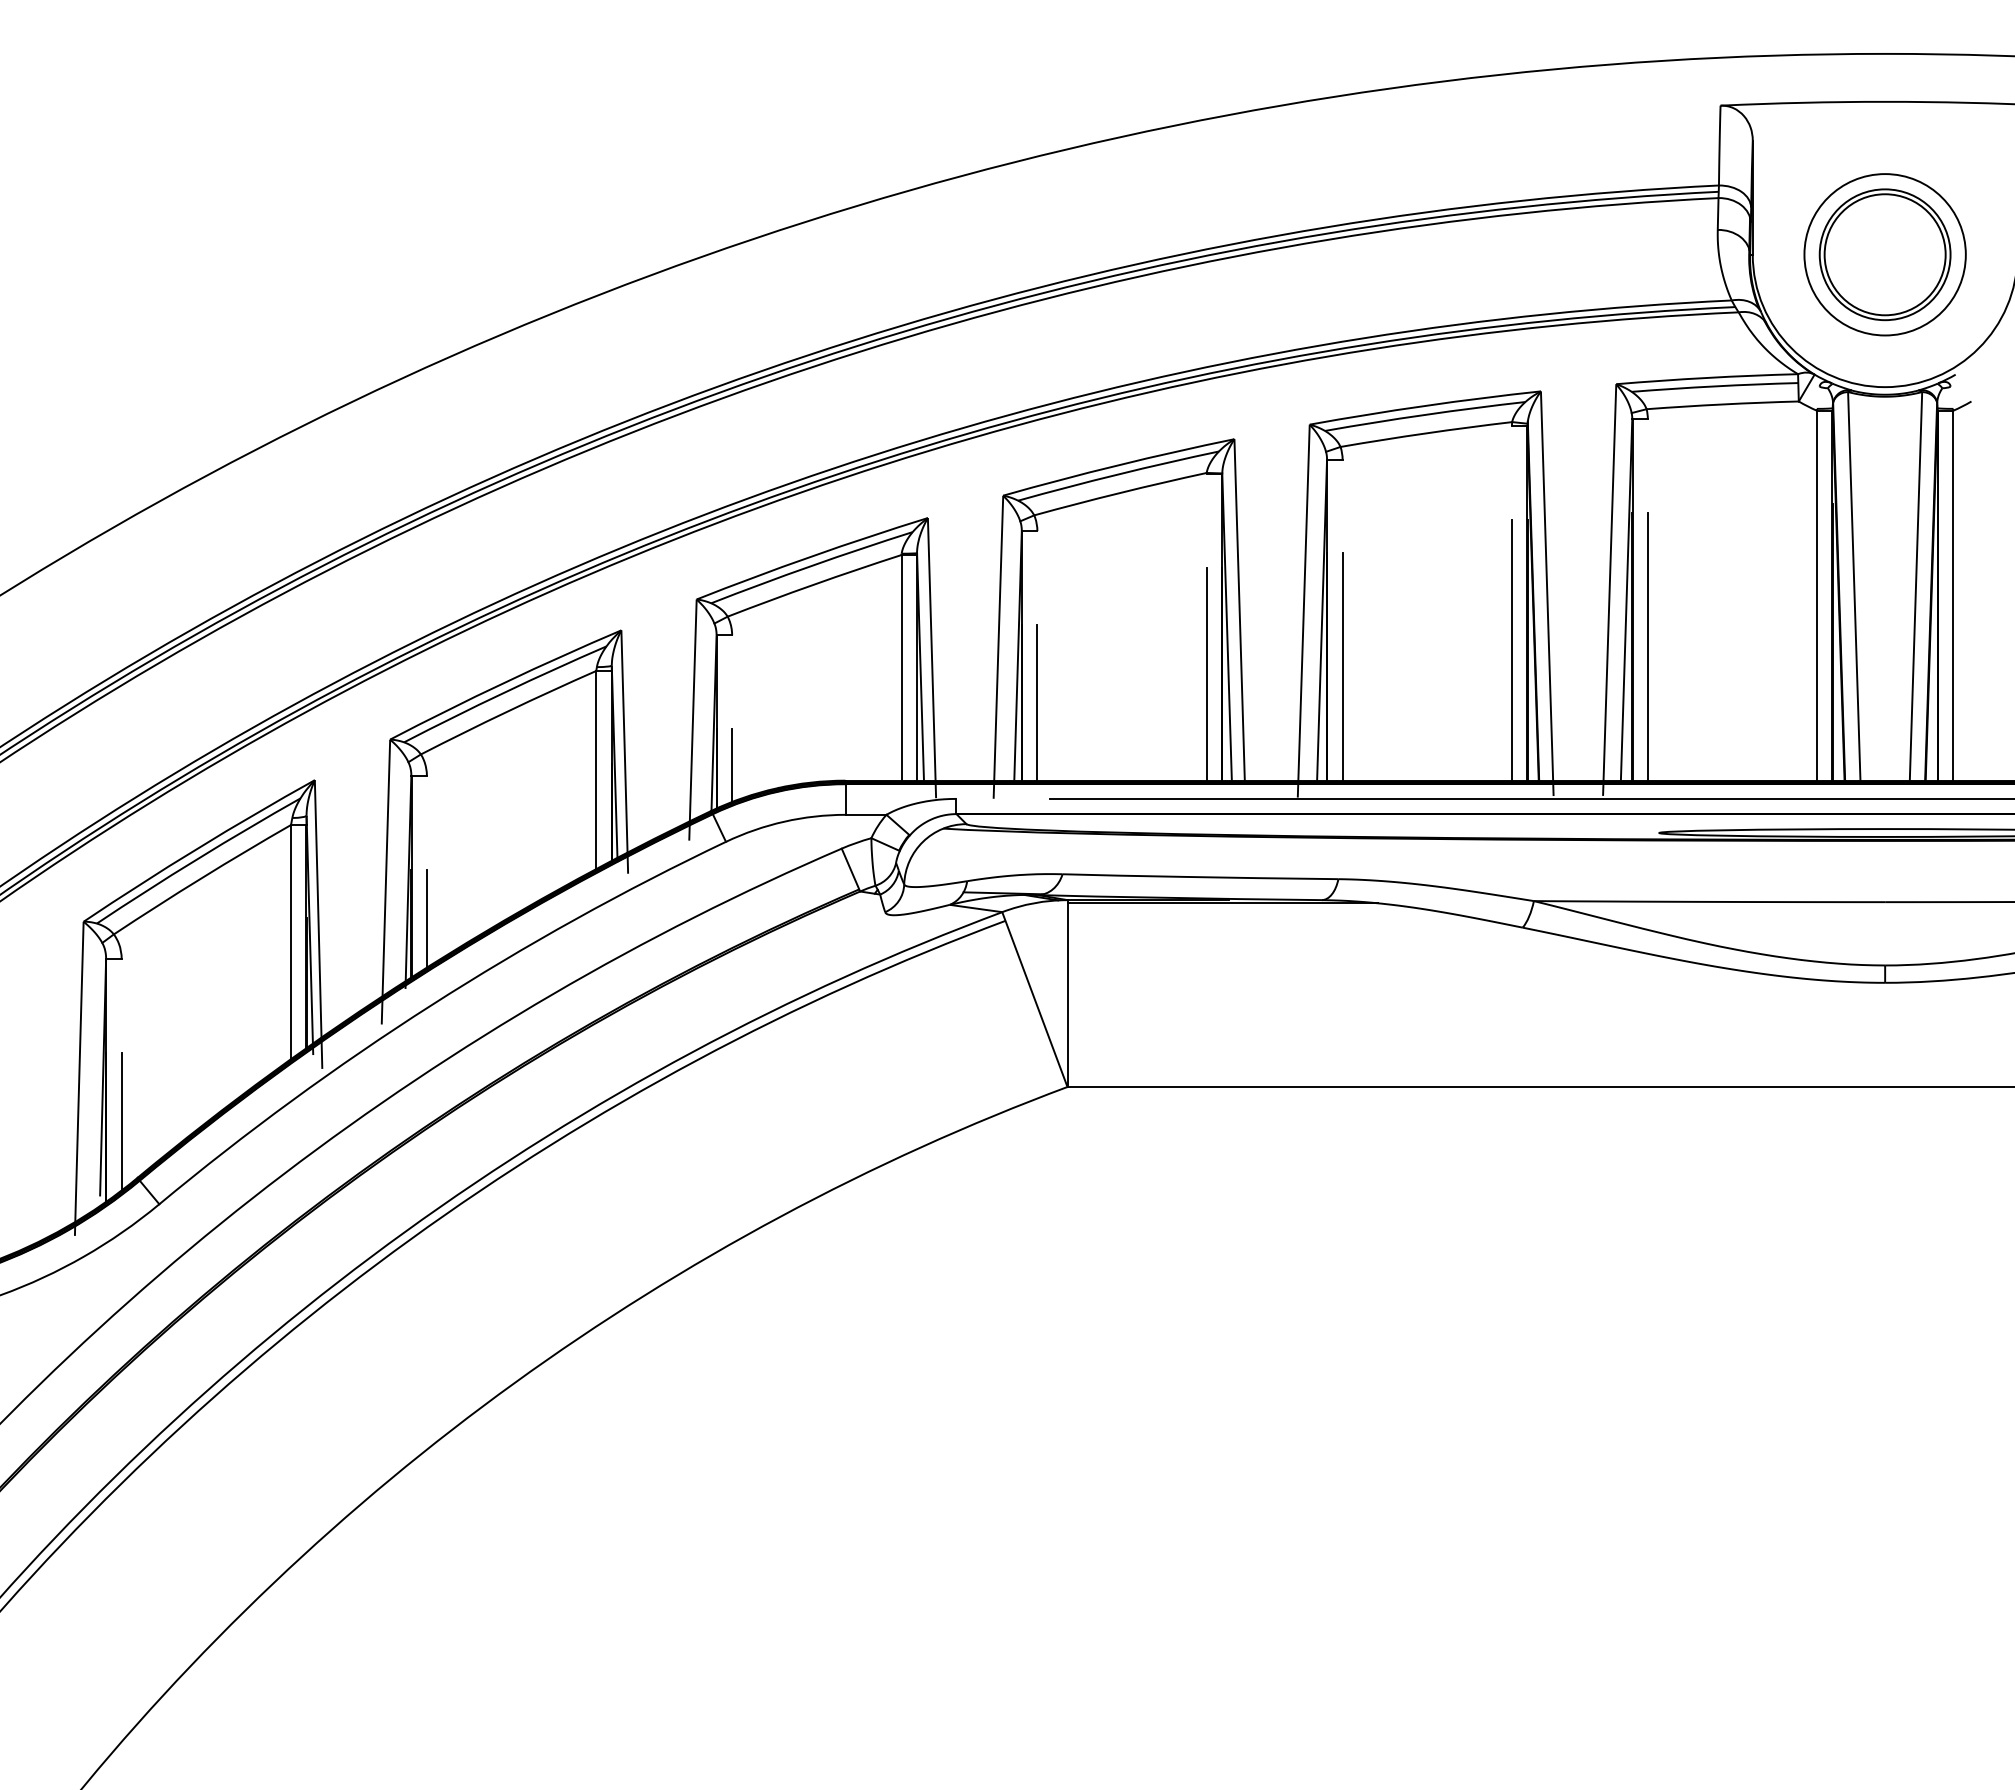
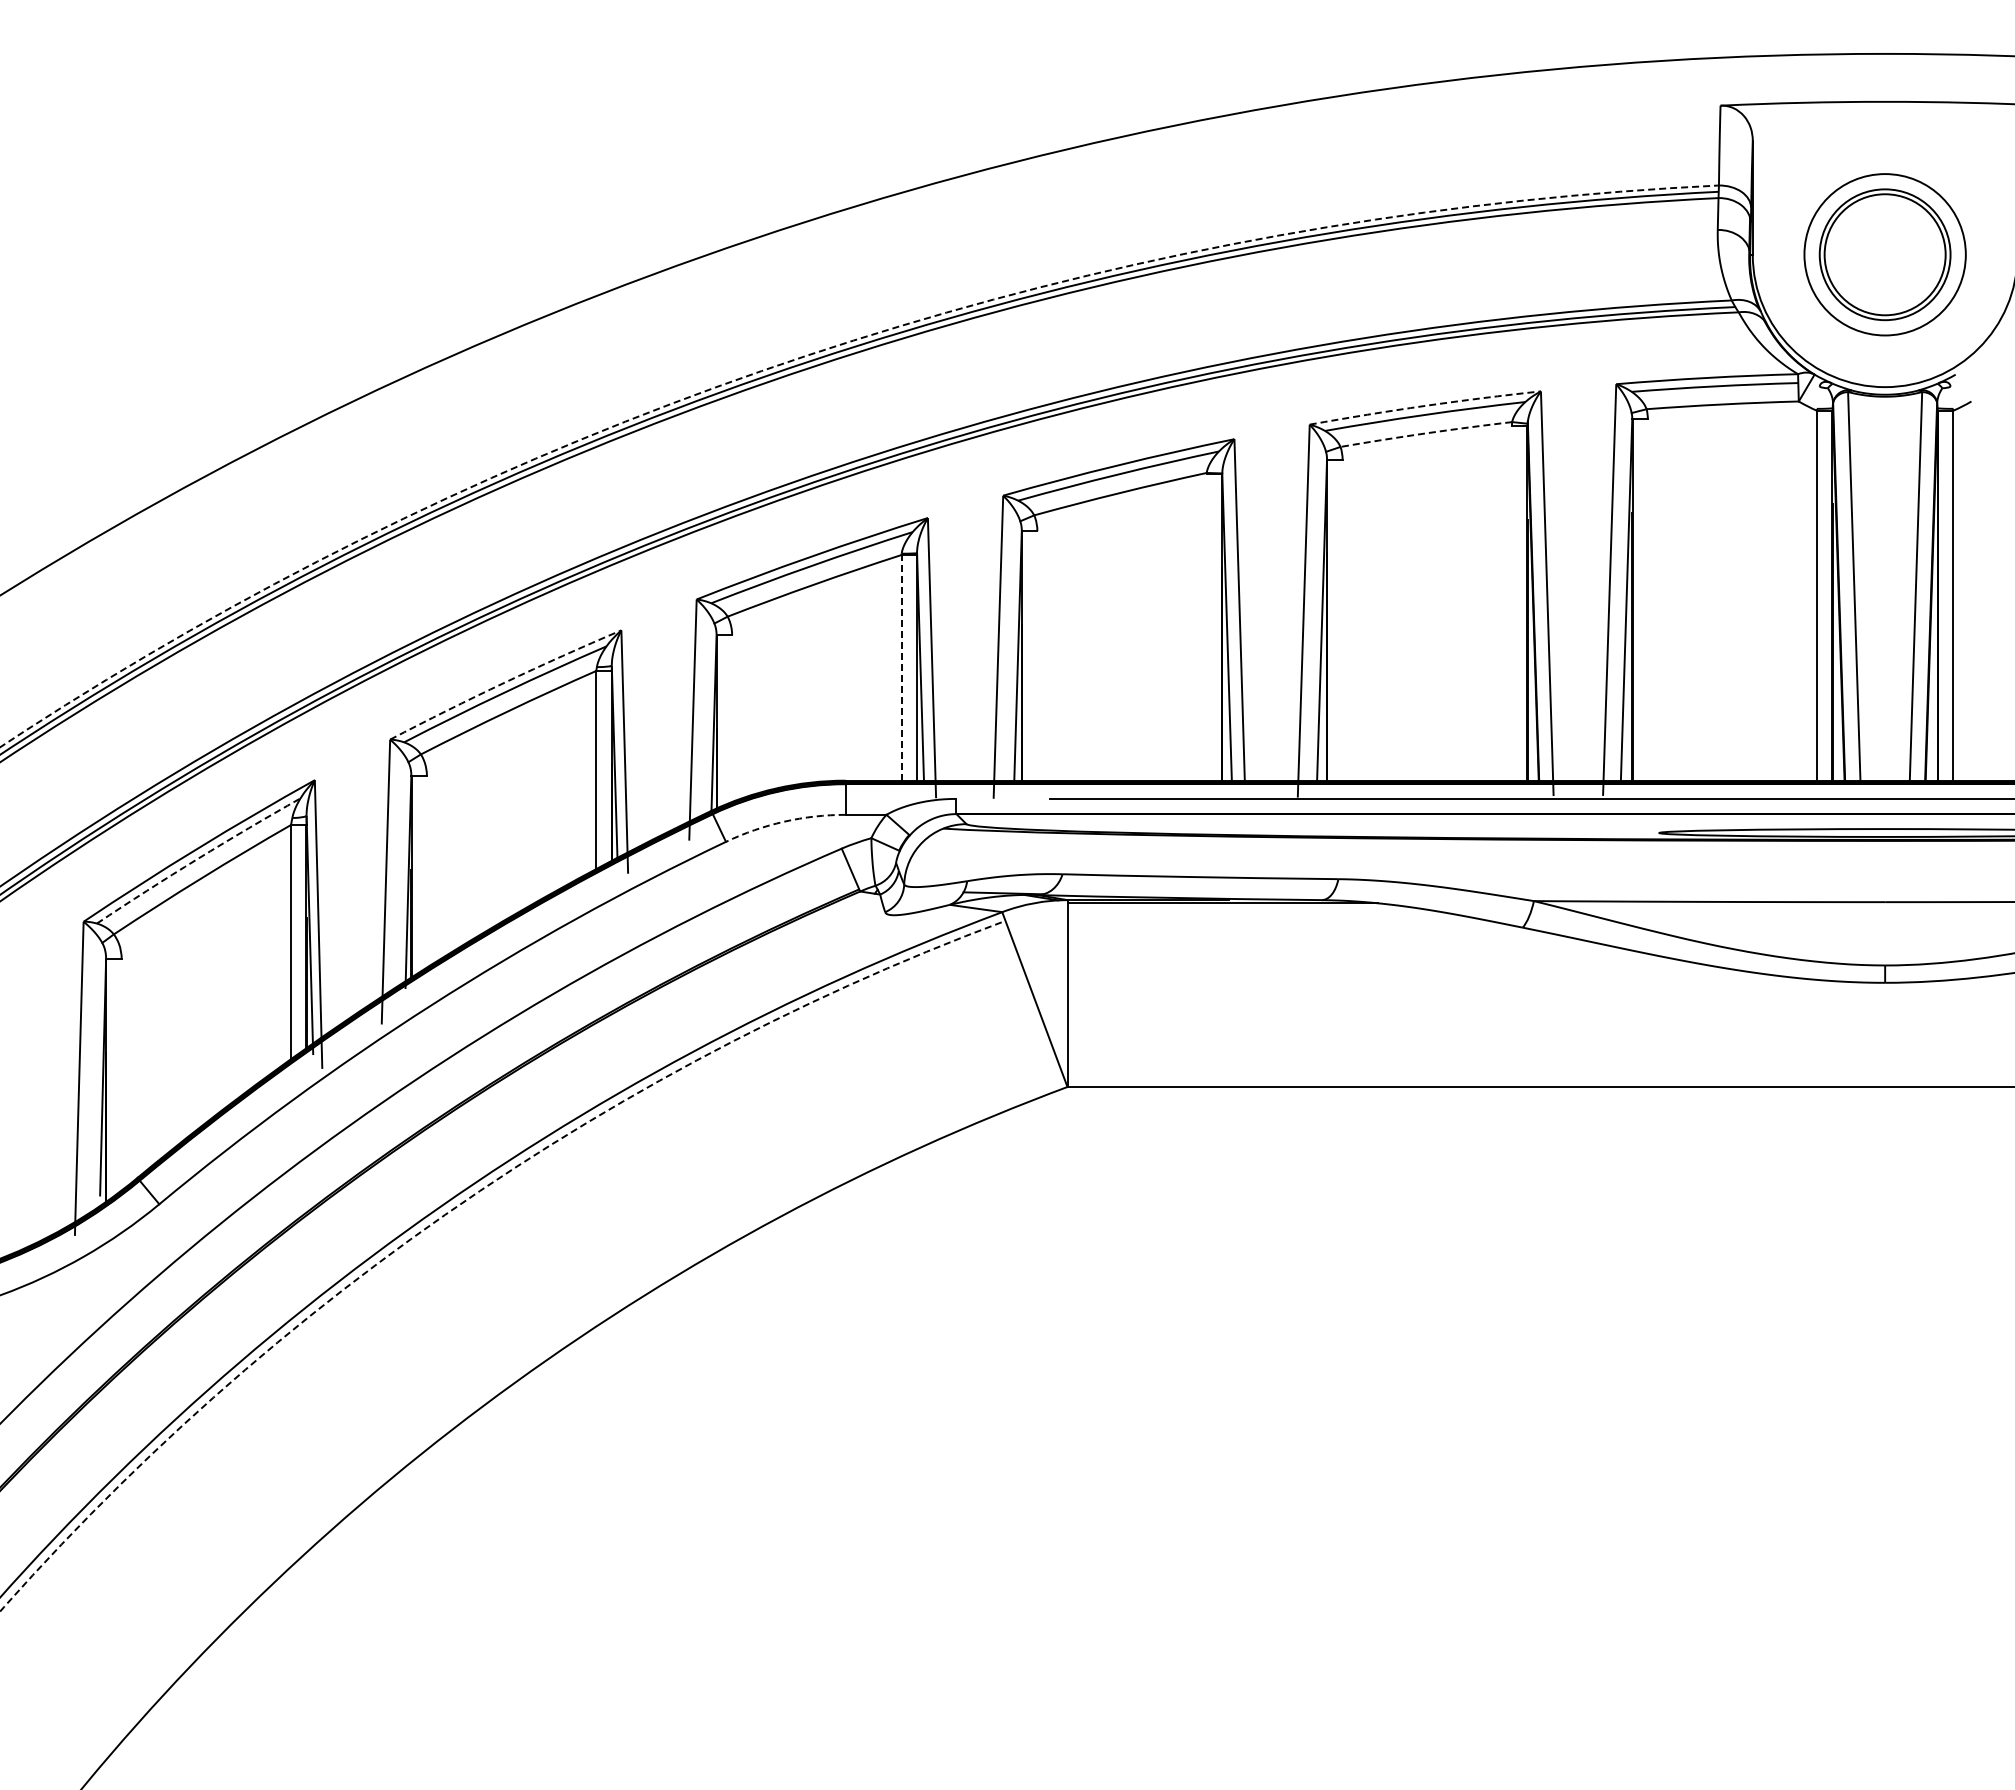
arc at (819, 351): solid -> dashed
arc at (1425, 405): solid -> dashed
arc at (1426, 433): solid -> dashed
line at (1647, 646): present -> none
line at (1511, 649): present -> none
line at (1342, 666): present -> none
line at (901, 667): solid -> dashed
line at (1206, 673): present -> none
arc at (504, 682): solid -> dashed
line at (1037, 702): present -> none
line at (732, 764): present -> none
arc at (784, 821): solid -> dashed
arc at (197, 859): solid -> dashed
line at (426, 918): present -> none
line at (121, 1121): present -> none
arc at (459, 1204): solid -> dashed
